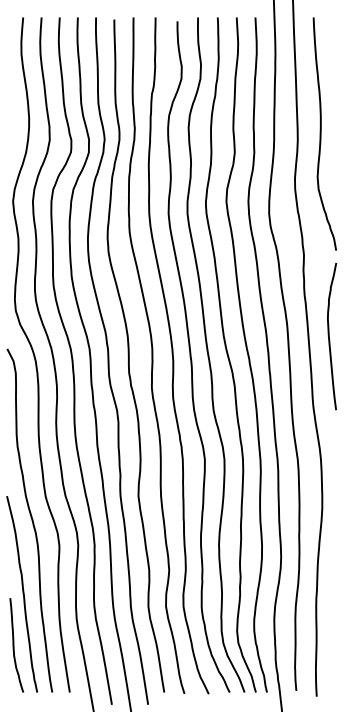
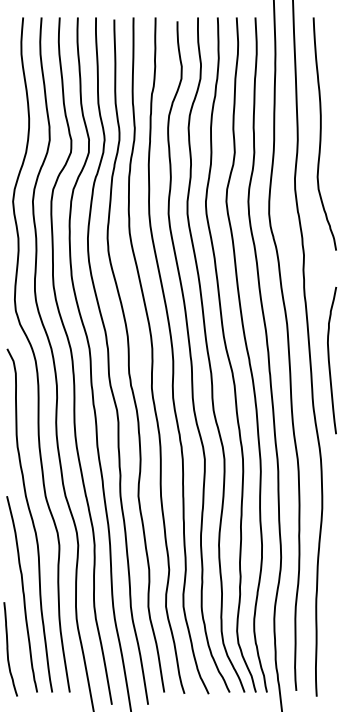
curve at (329, 336) position: (329, 336) -> (329, 360)
curve at (14, 645) position: (14, 645) -> (8, 649)
